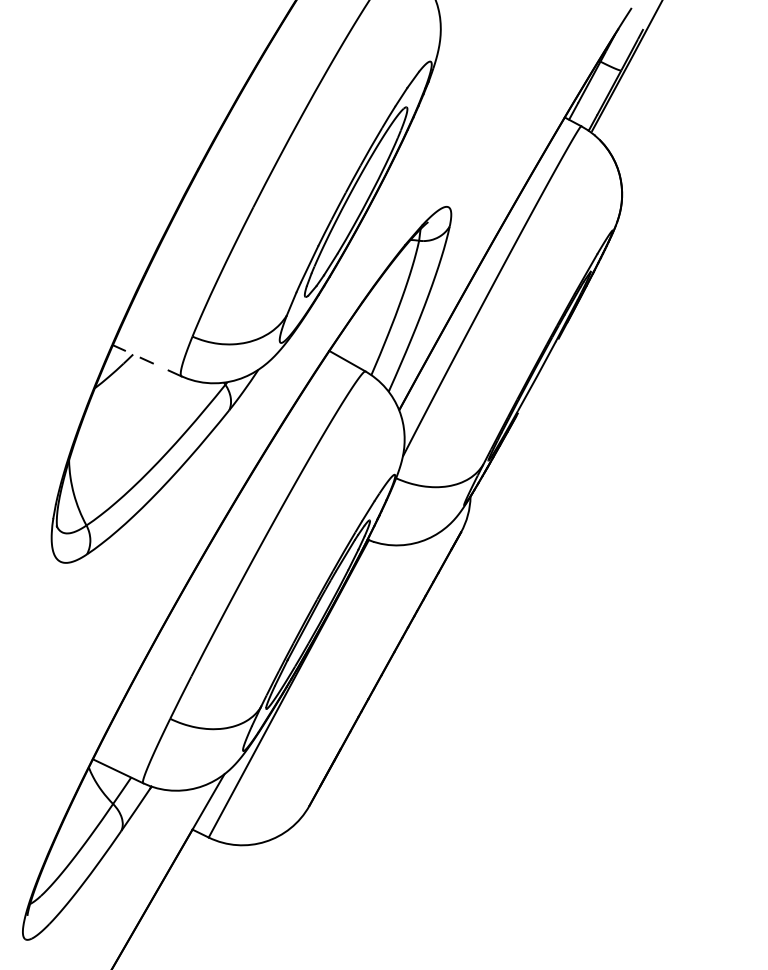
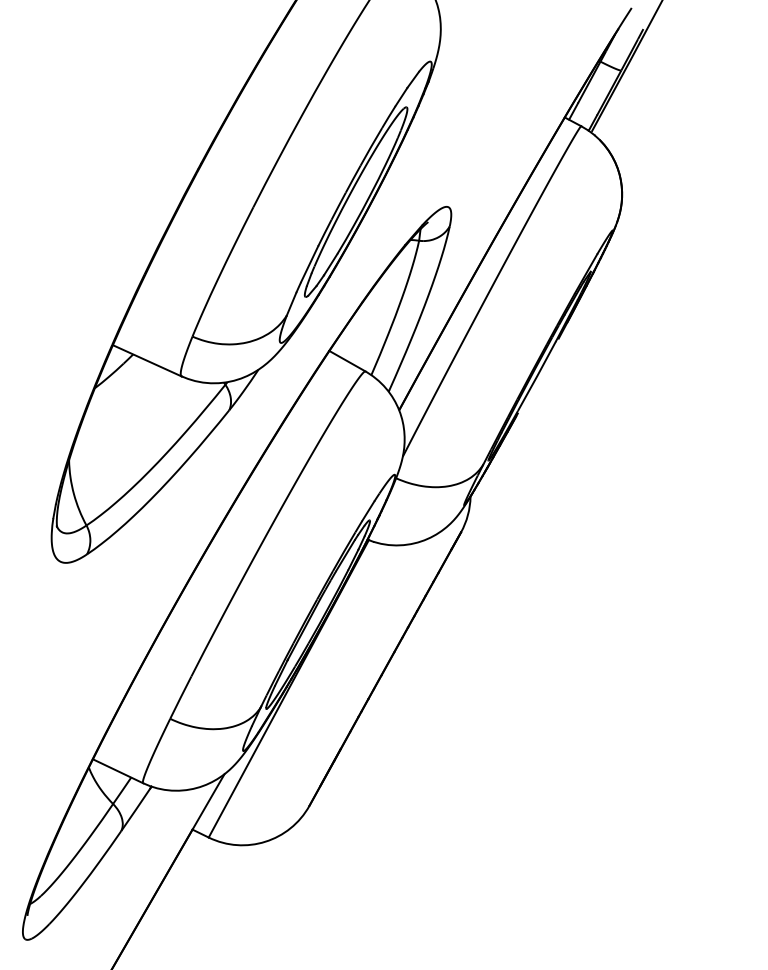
line at (147, 360): dashed -> solid
